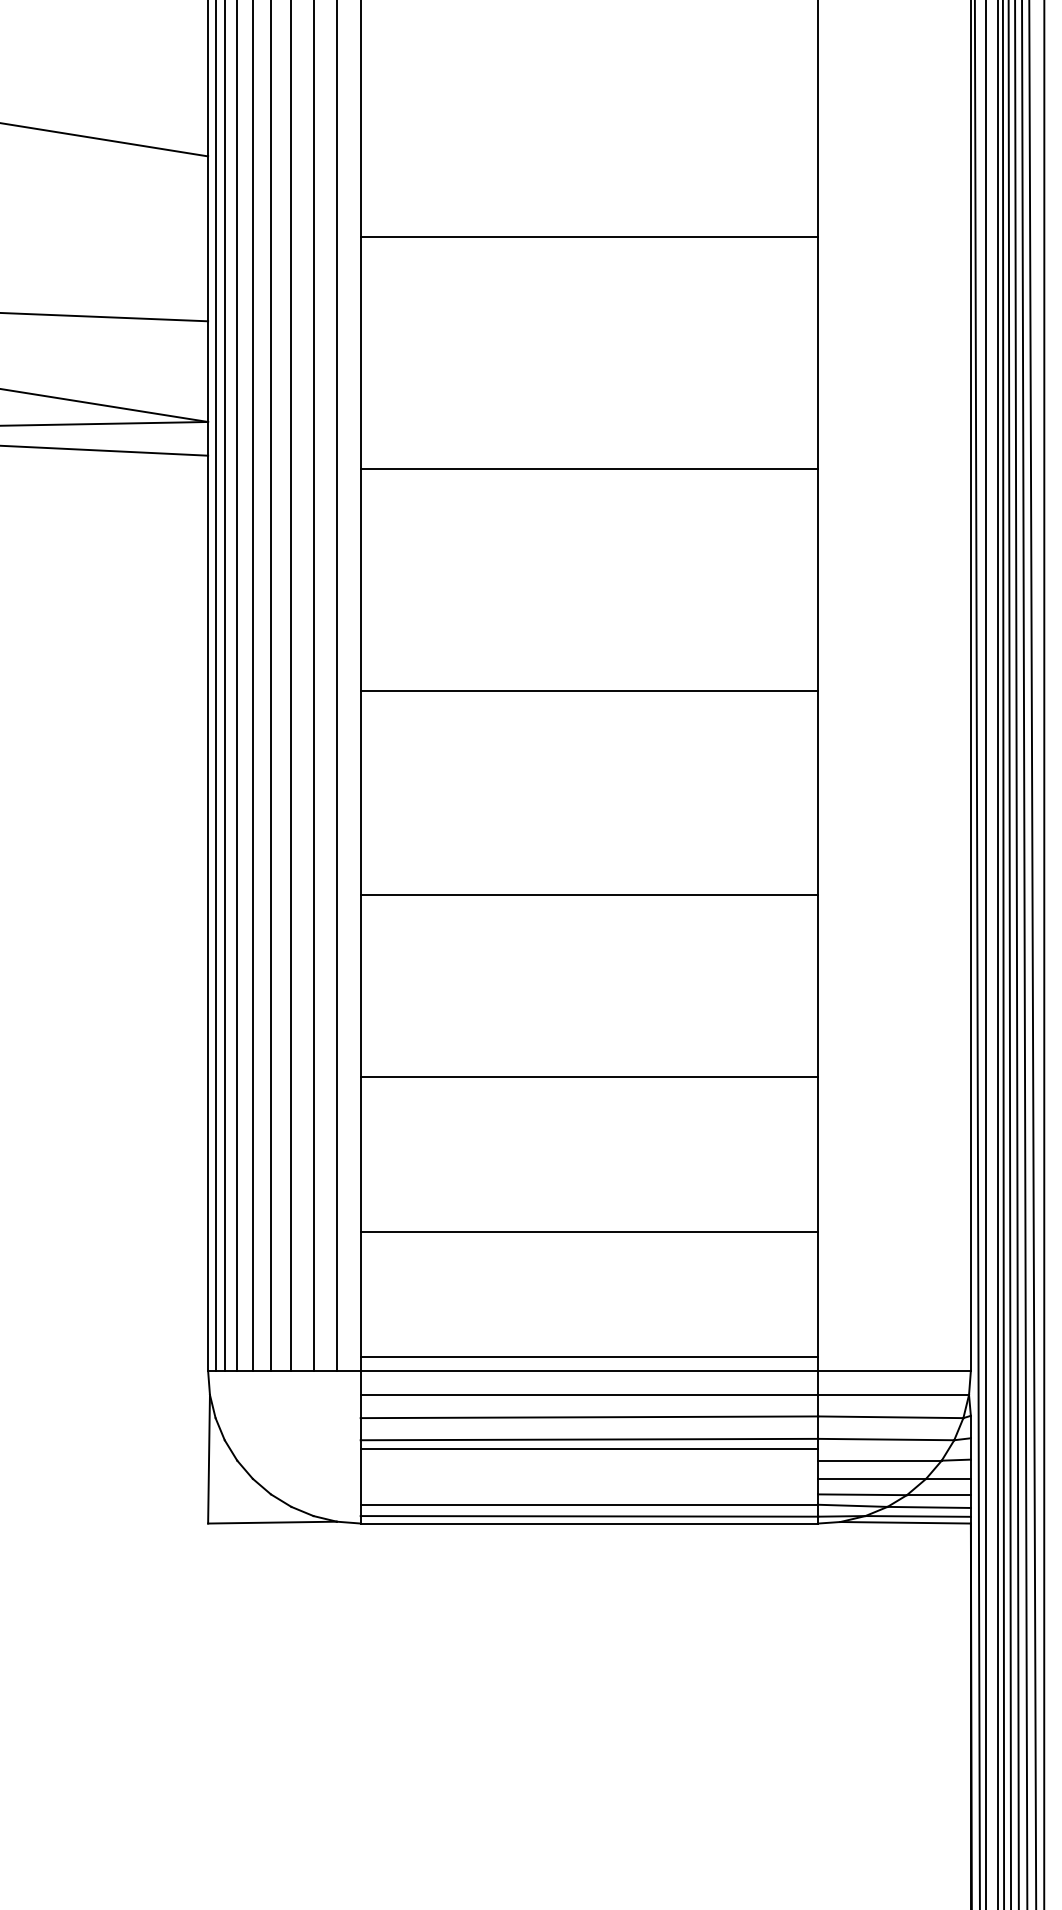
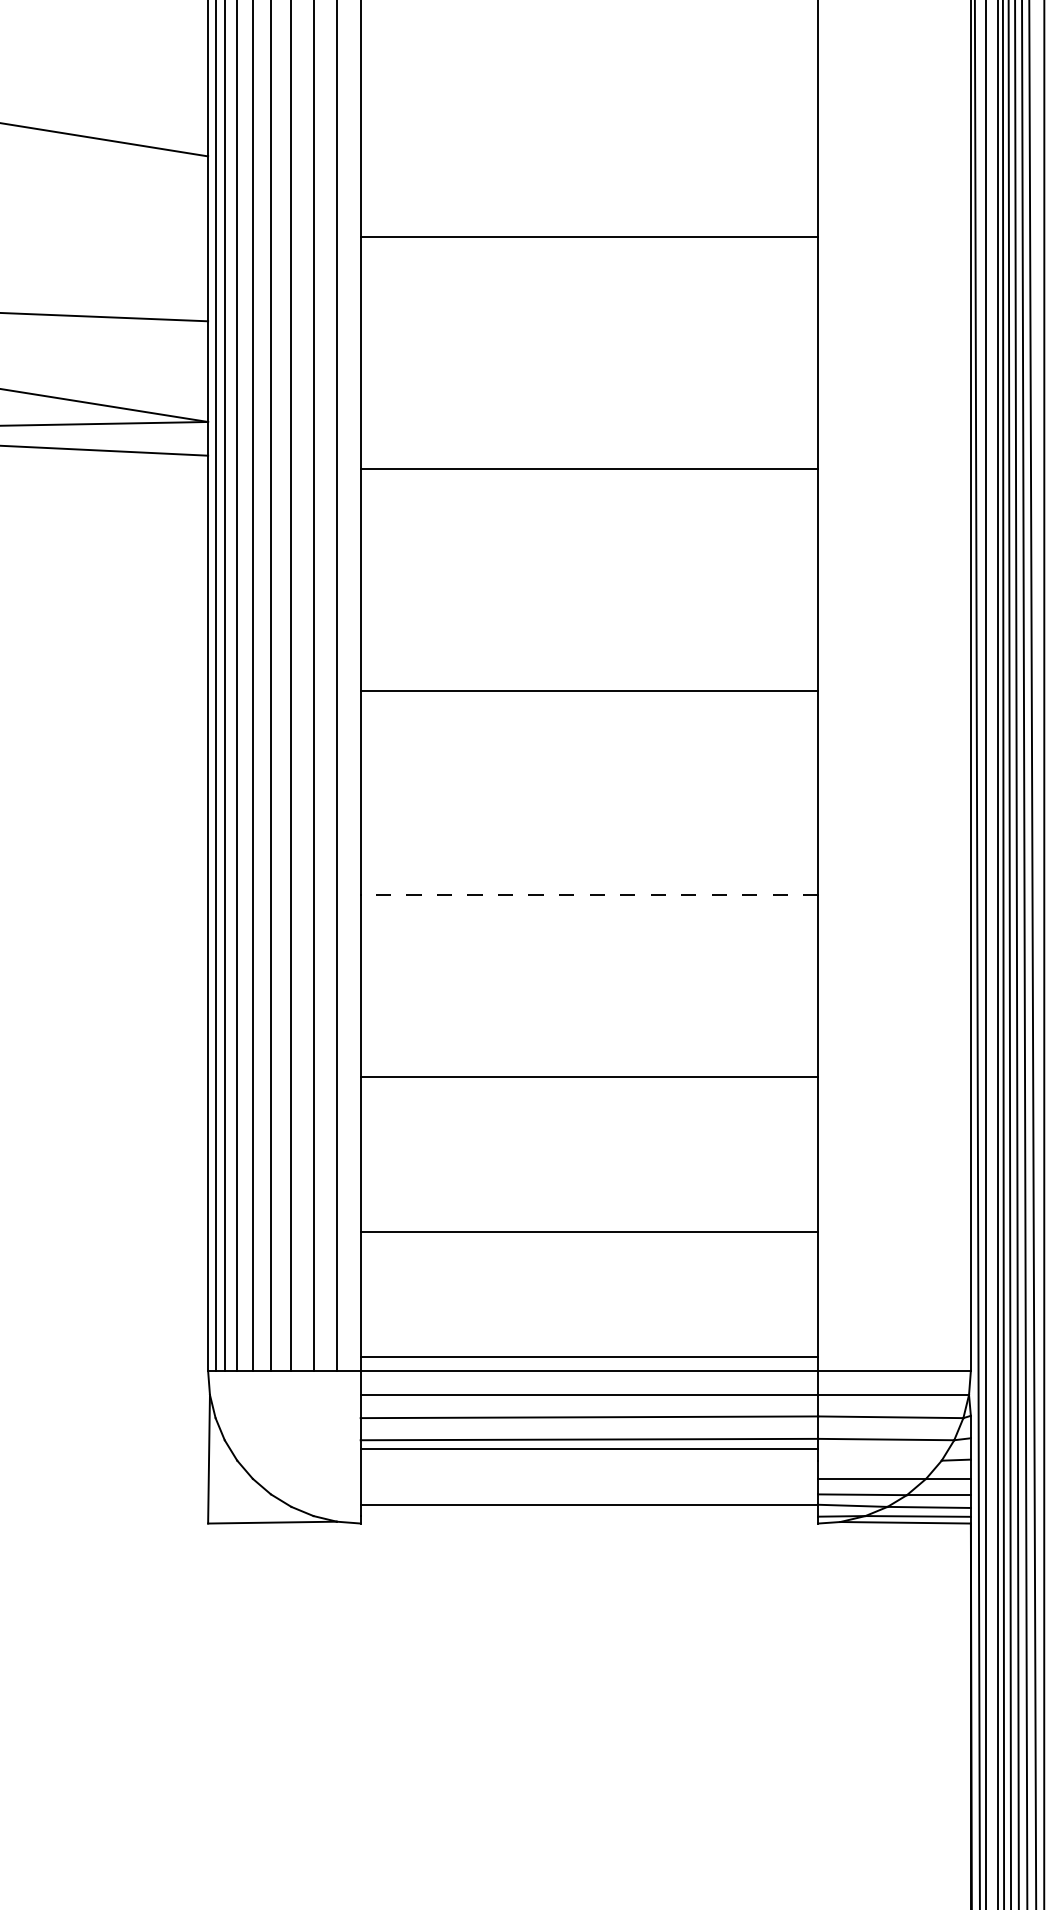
line at (589, 894): solid -> dashed
line at (879, 1460): present -> none
line at (589, 1516): present -> none
line at (589, 1523): present -> none
